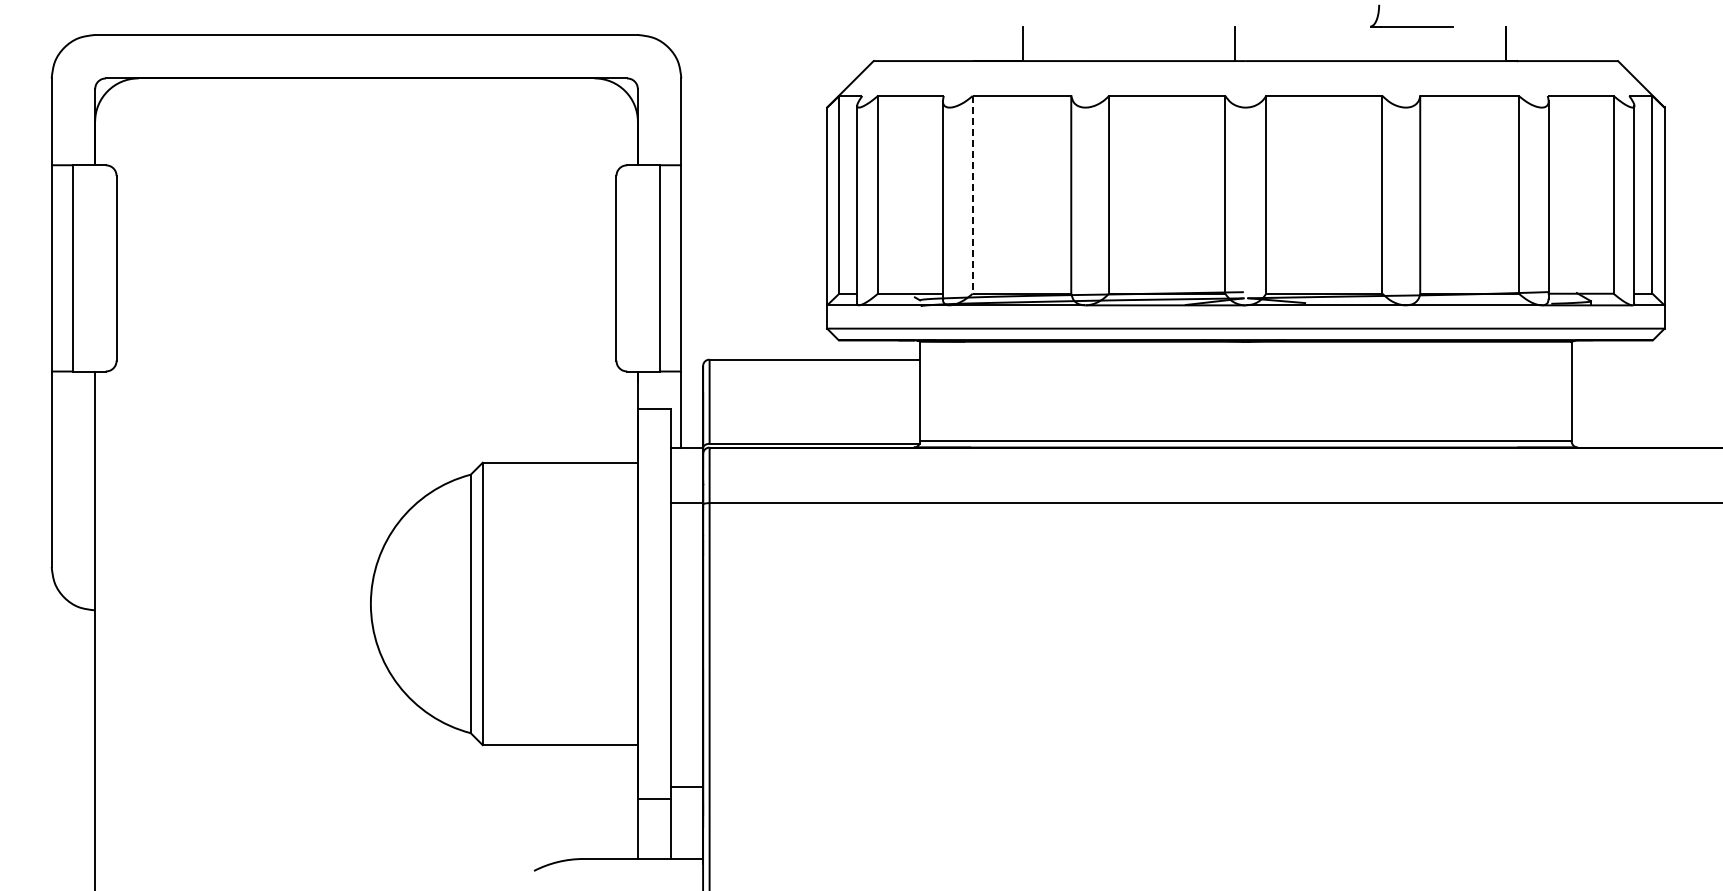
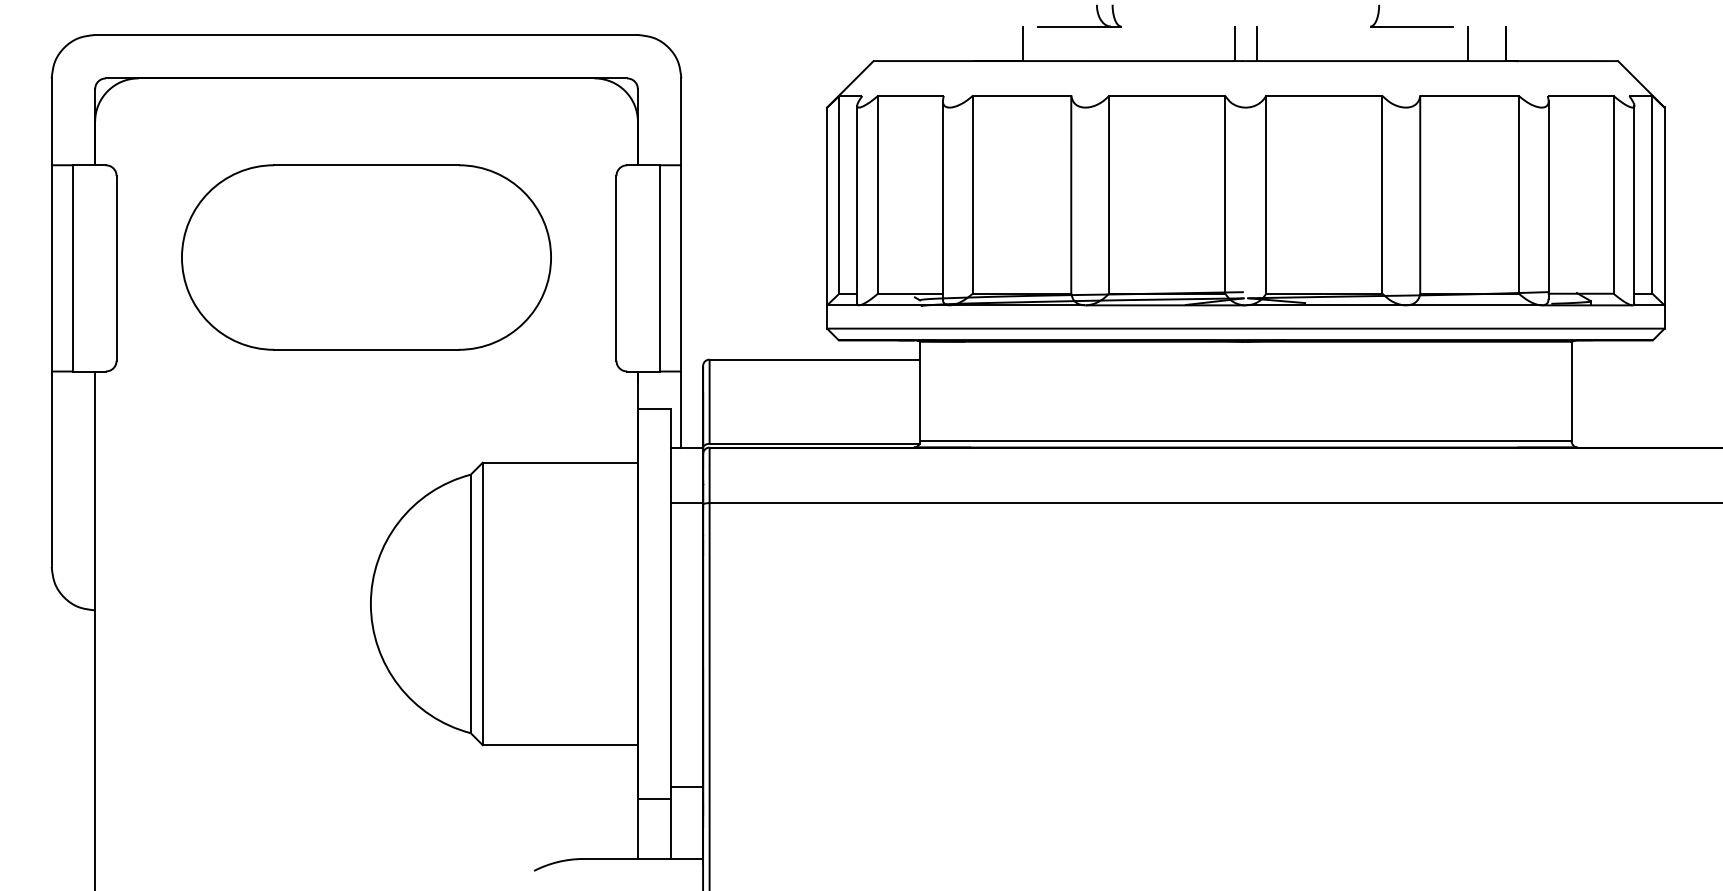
part at (1079, 26): none -> present
line at (1256, 43): none -> present
line at (1468, 43): none -> present
line at (972, 194): dashed -> solid
part at (366, 257): none -> present
